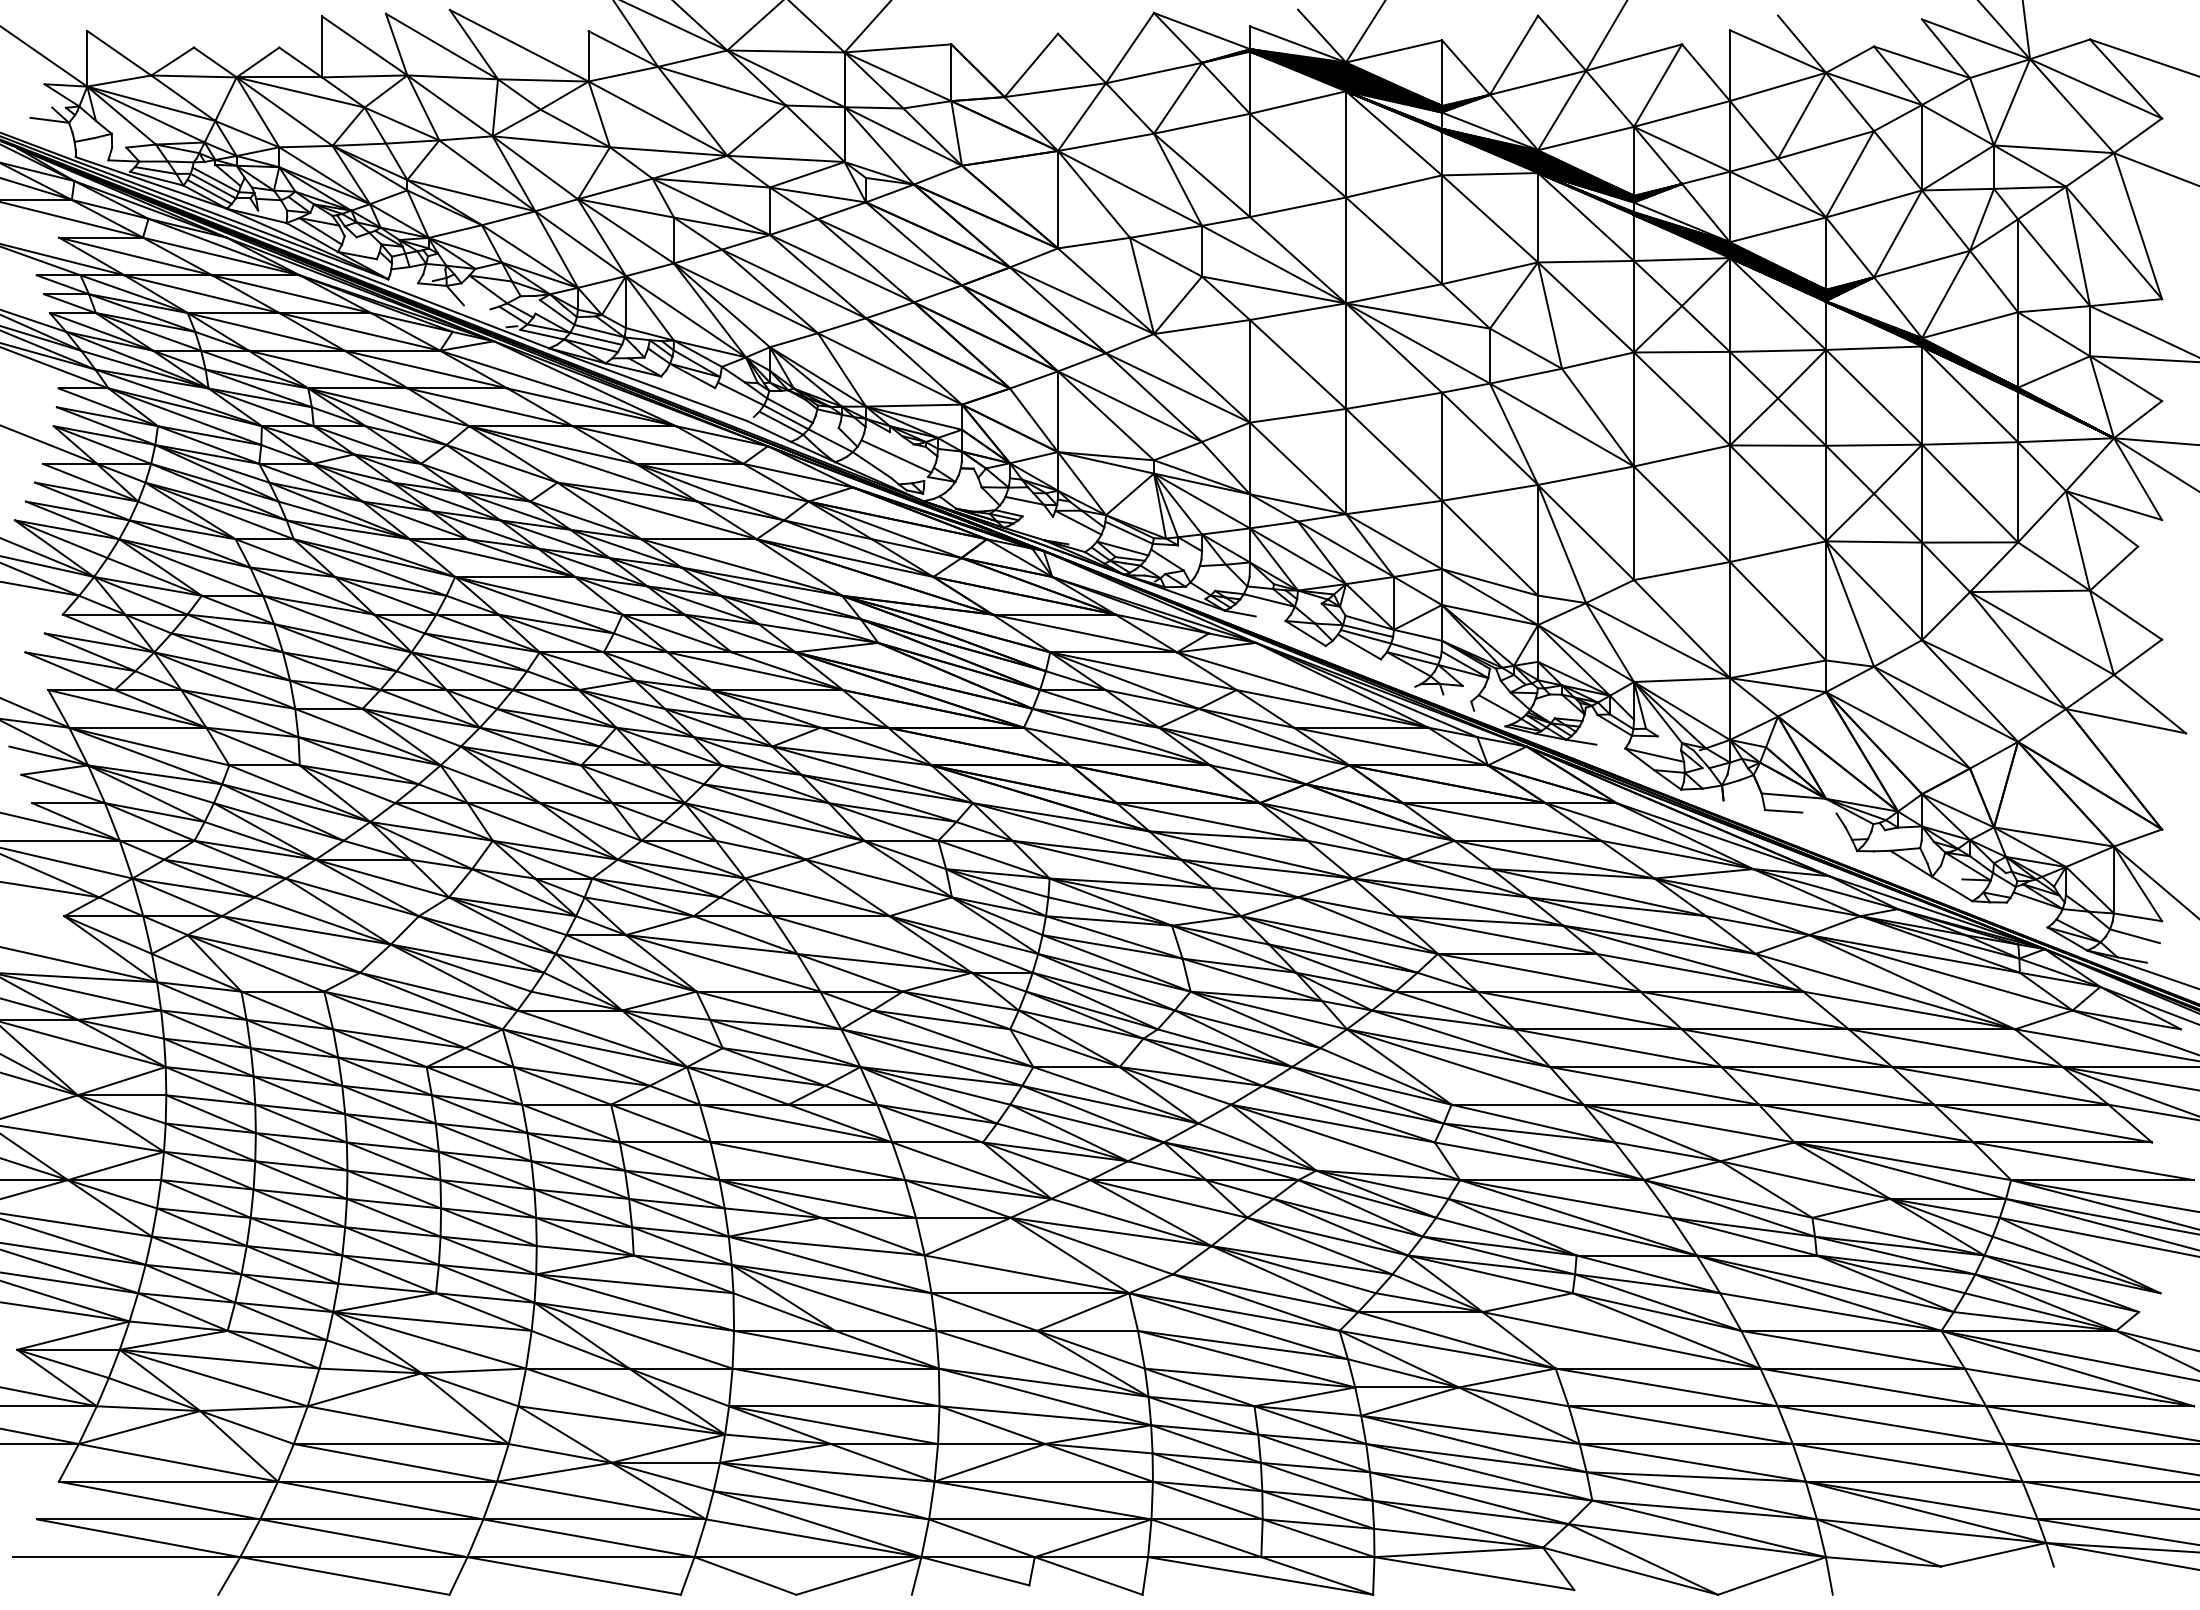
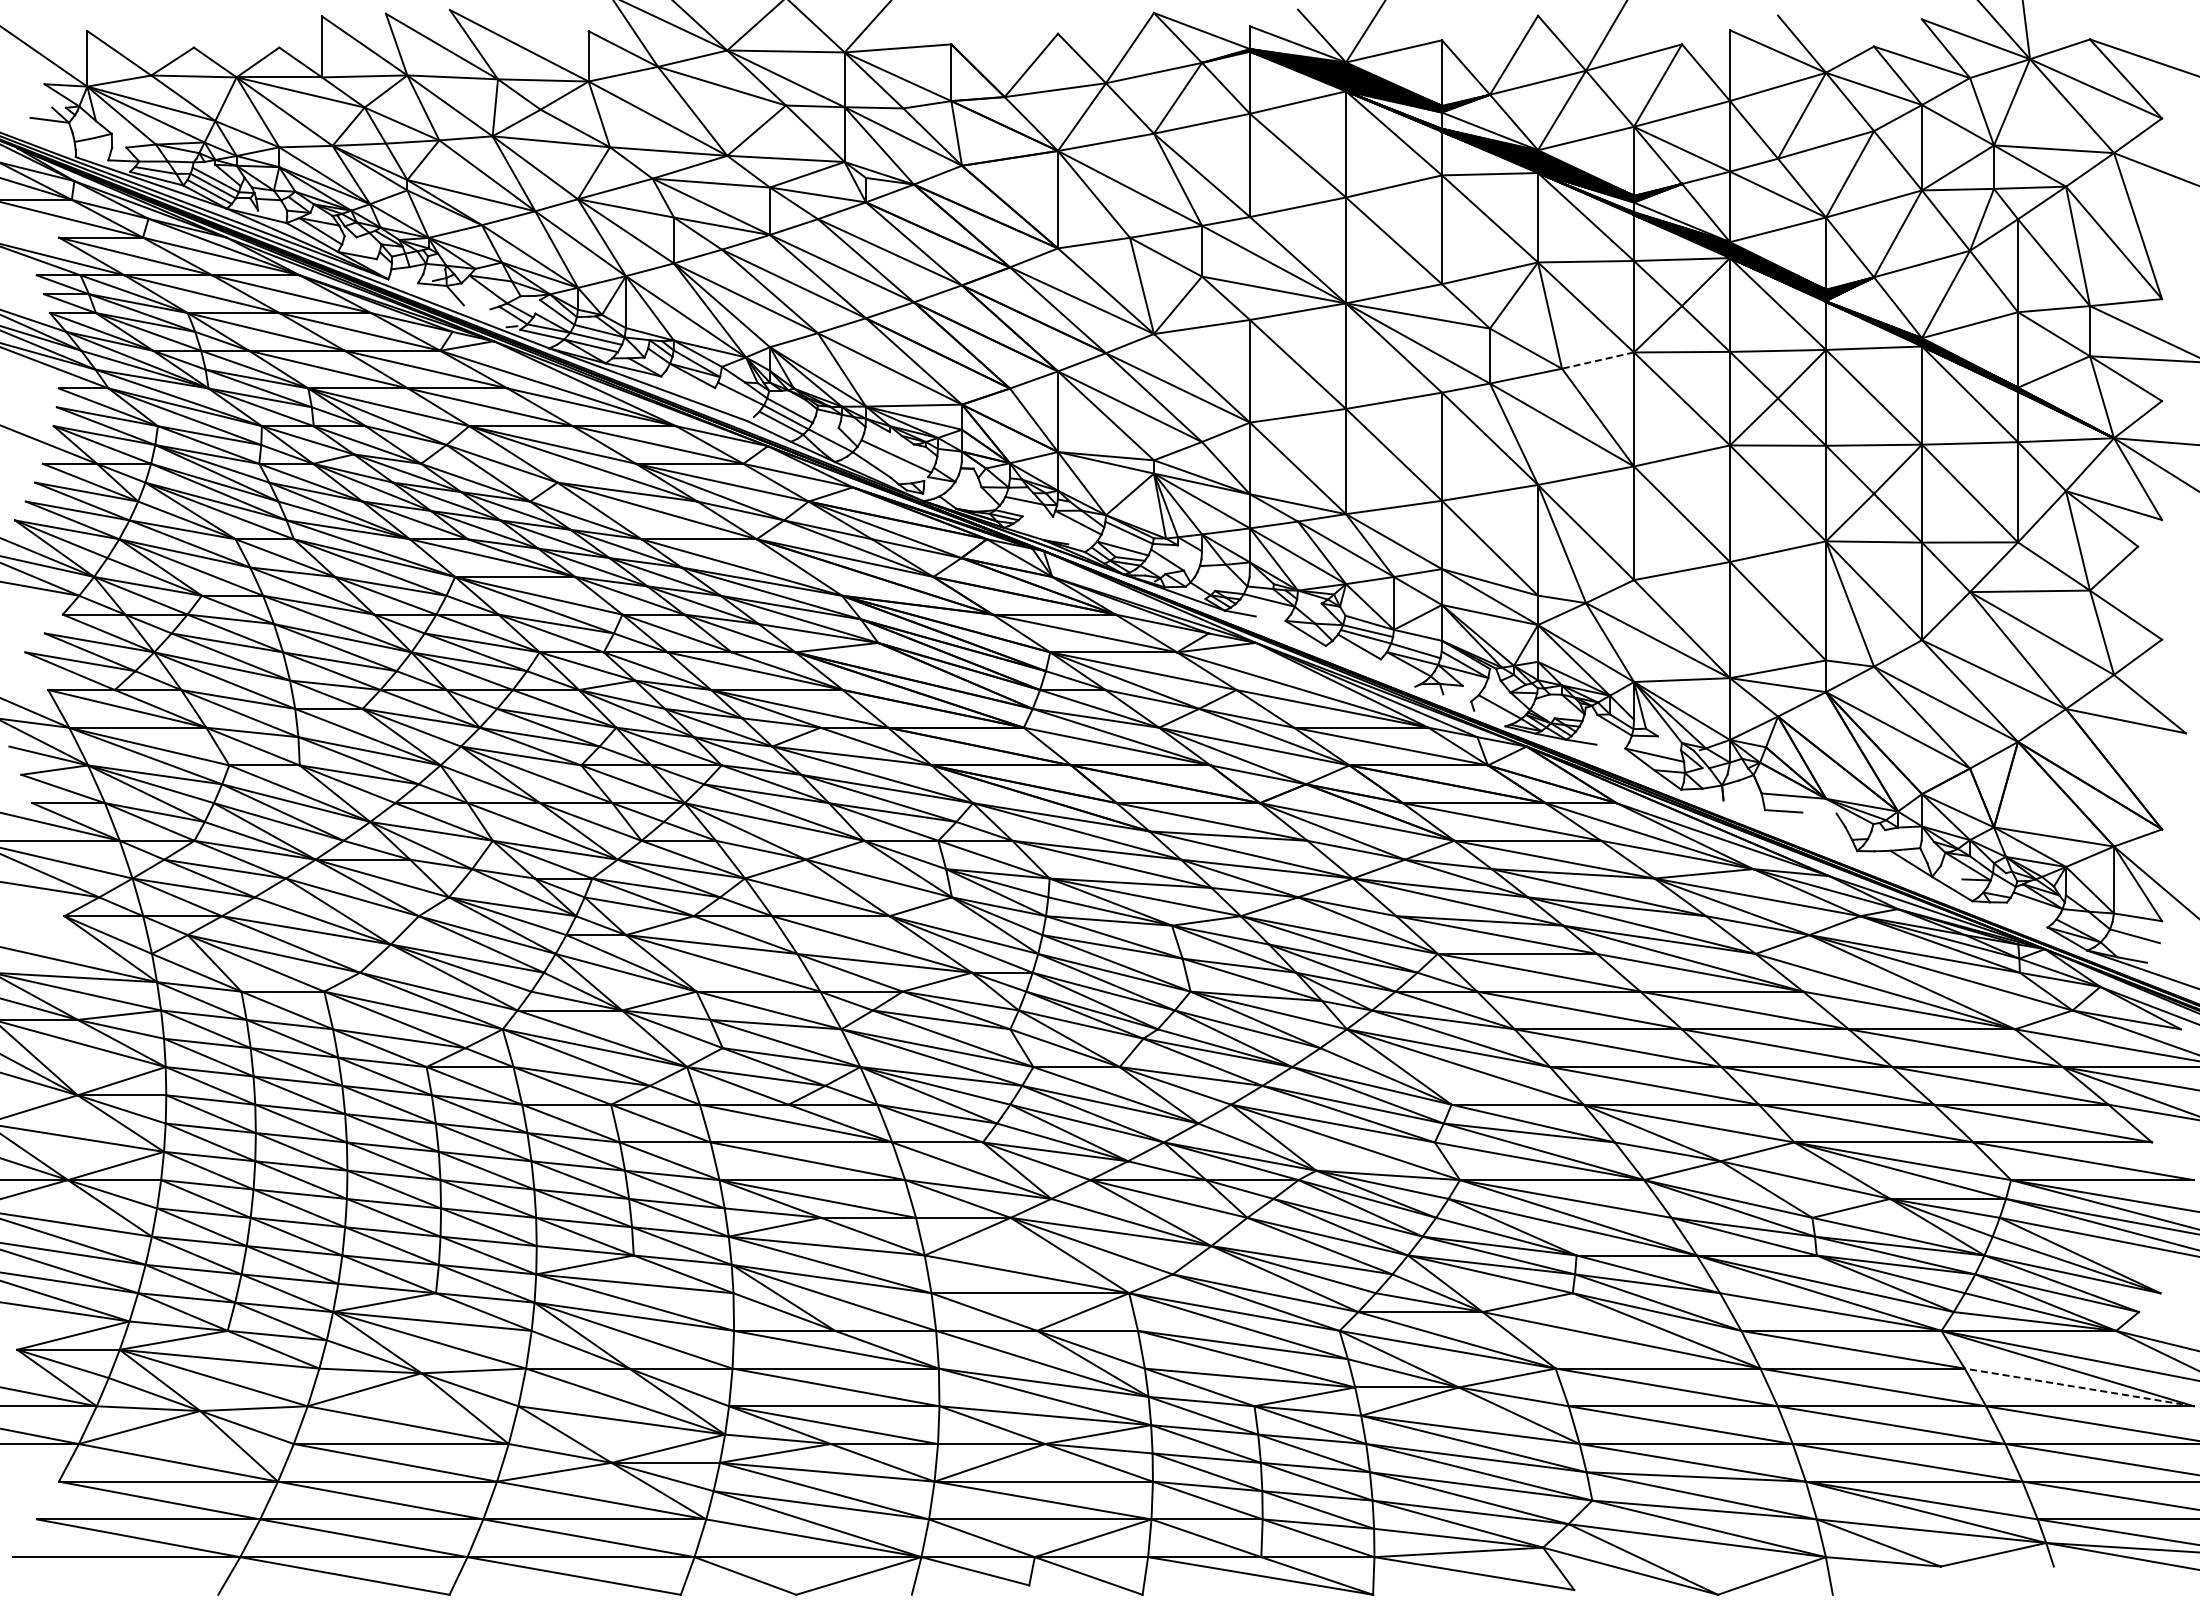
line at (1598, 360): solid -> dashed
line at (2078, 1387): solid -> dashed
